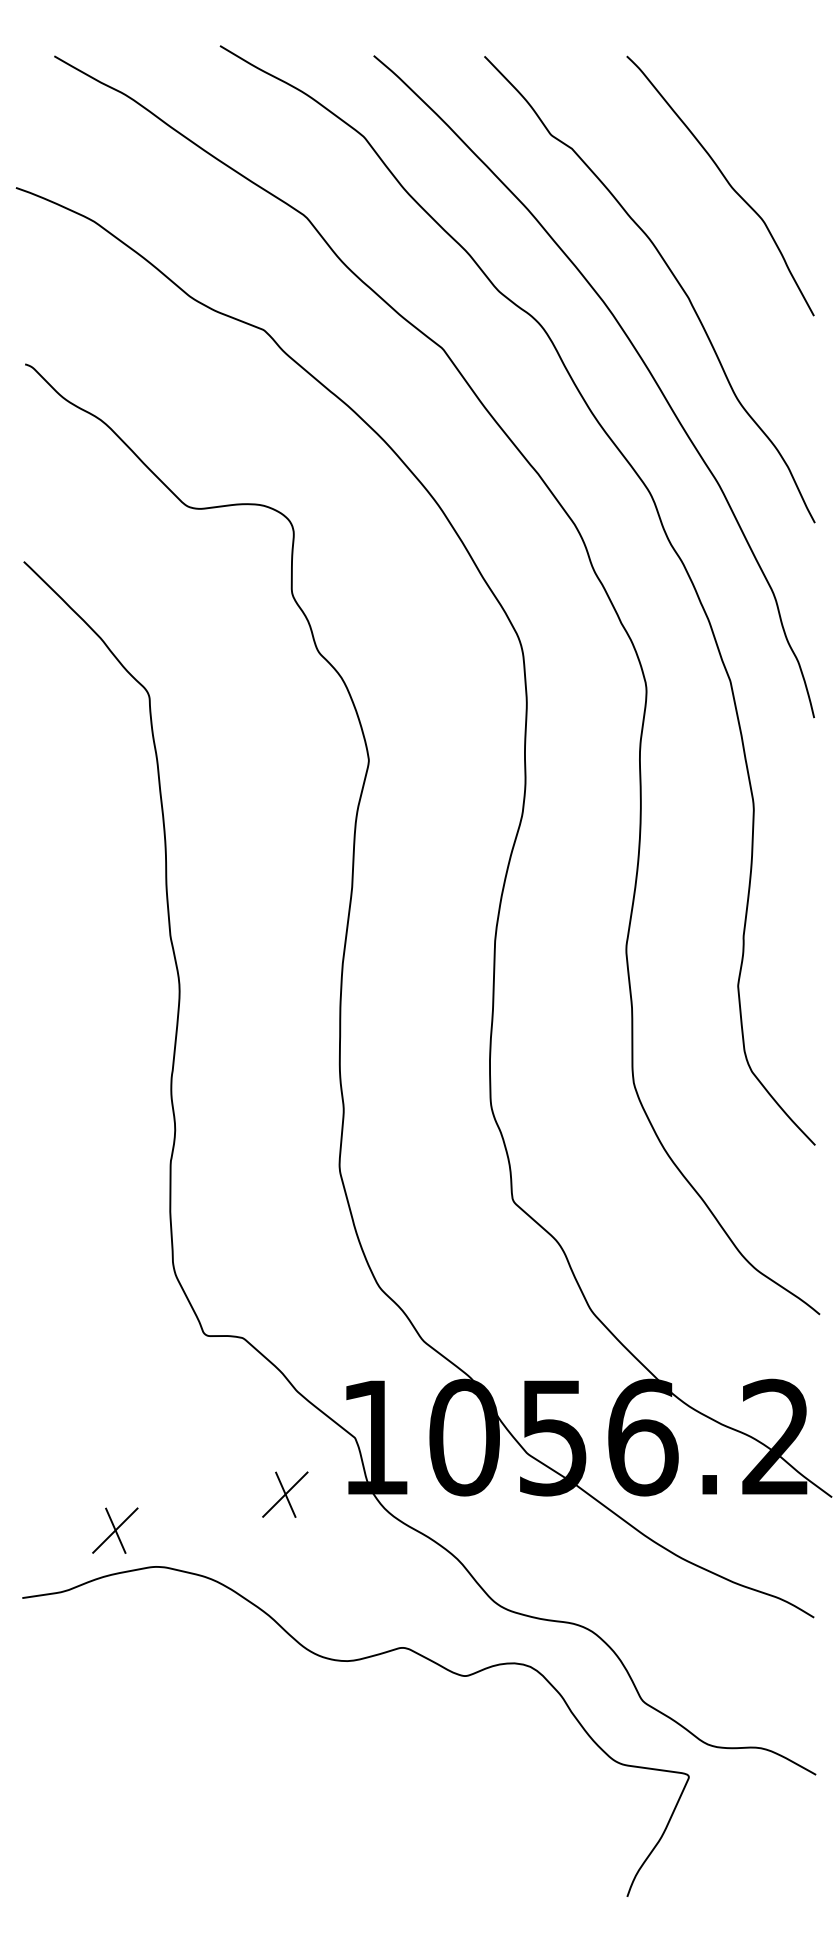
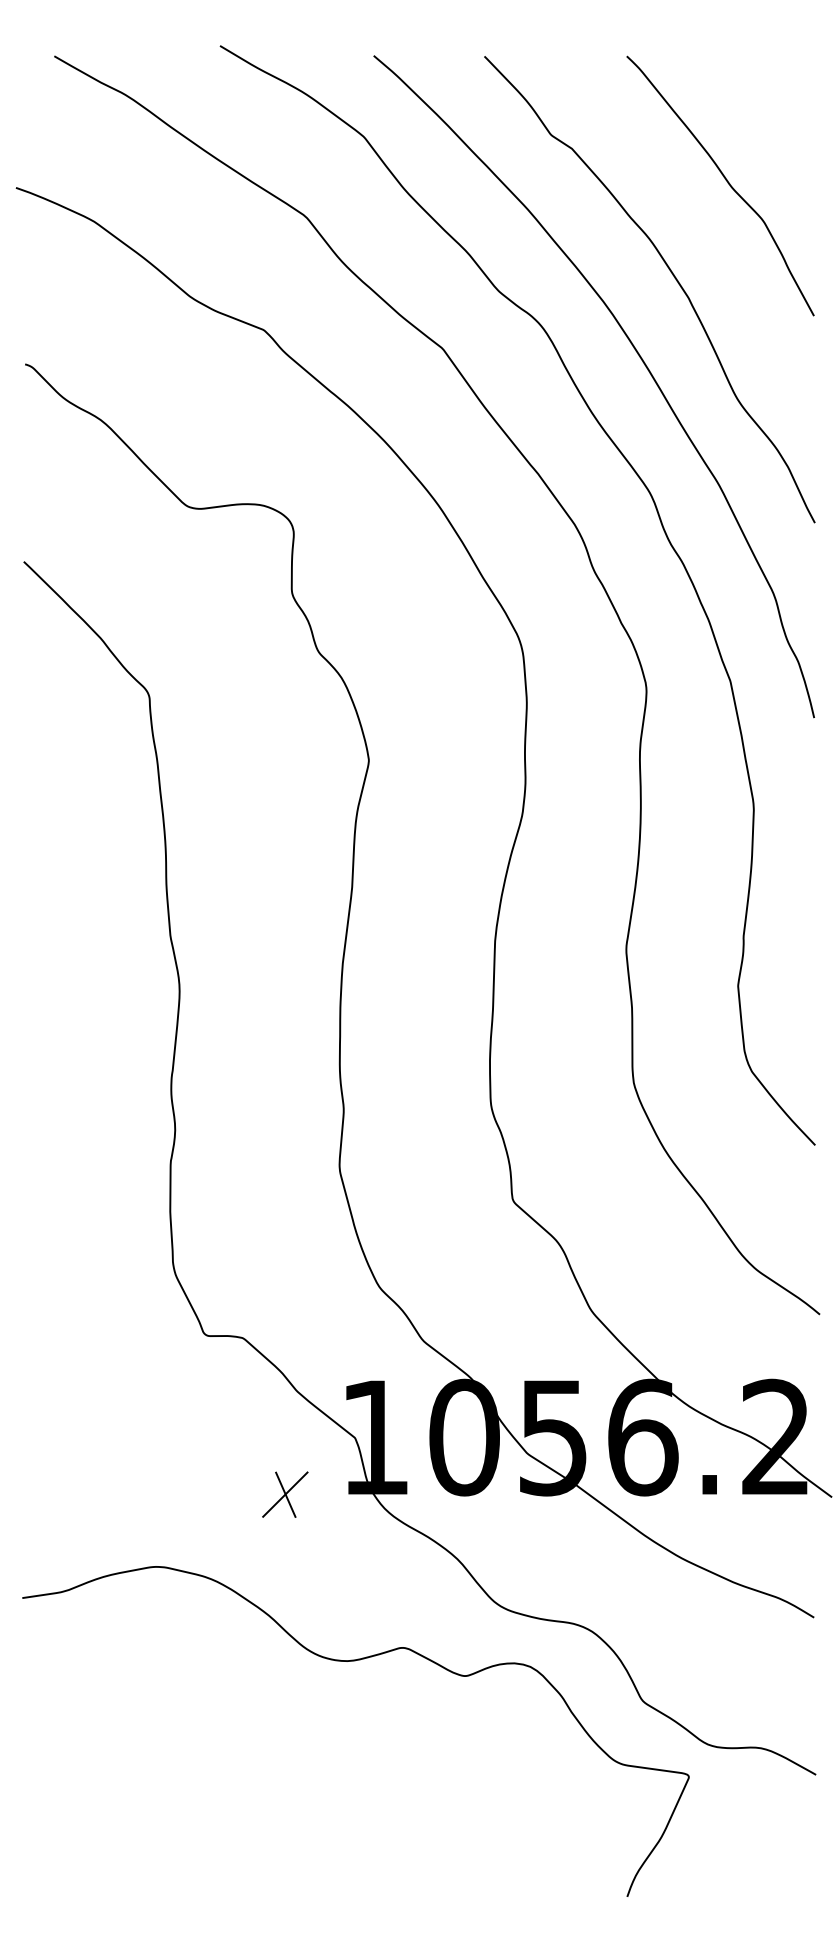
part at (115, 1530): present -> none
